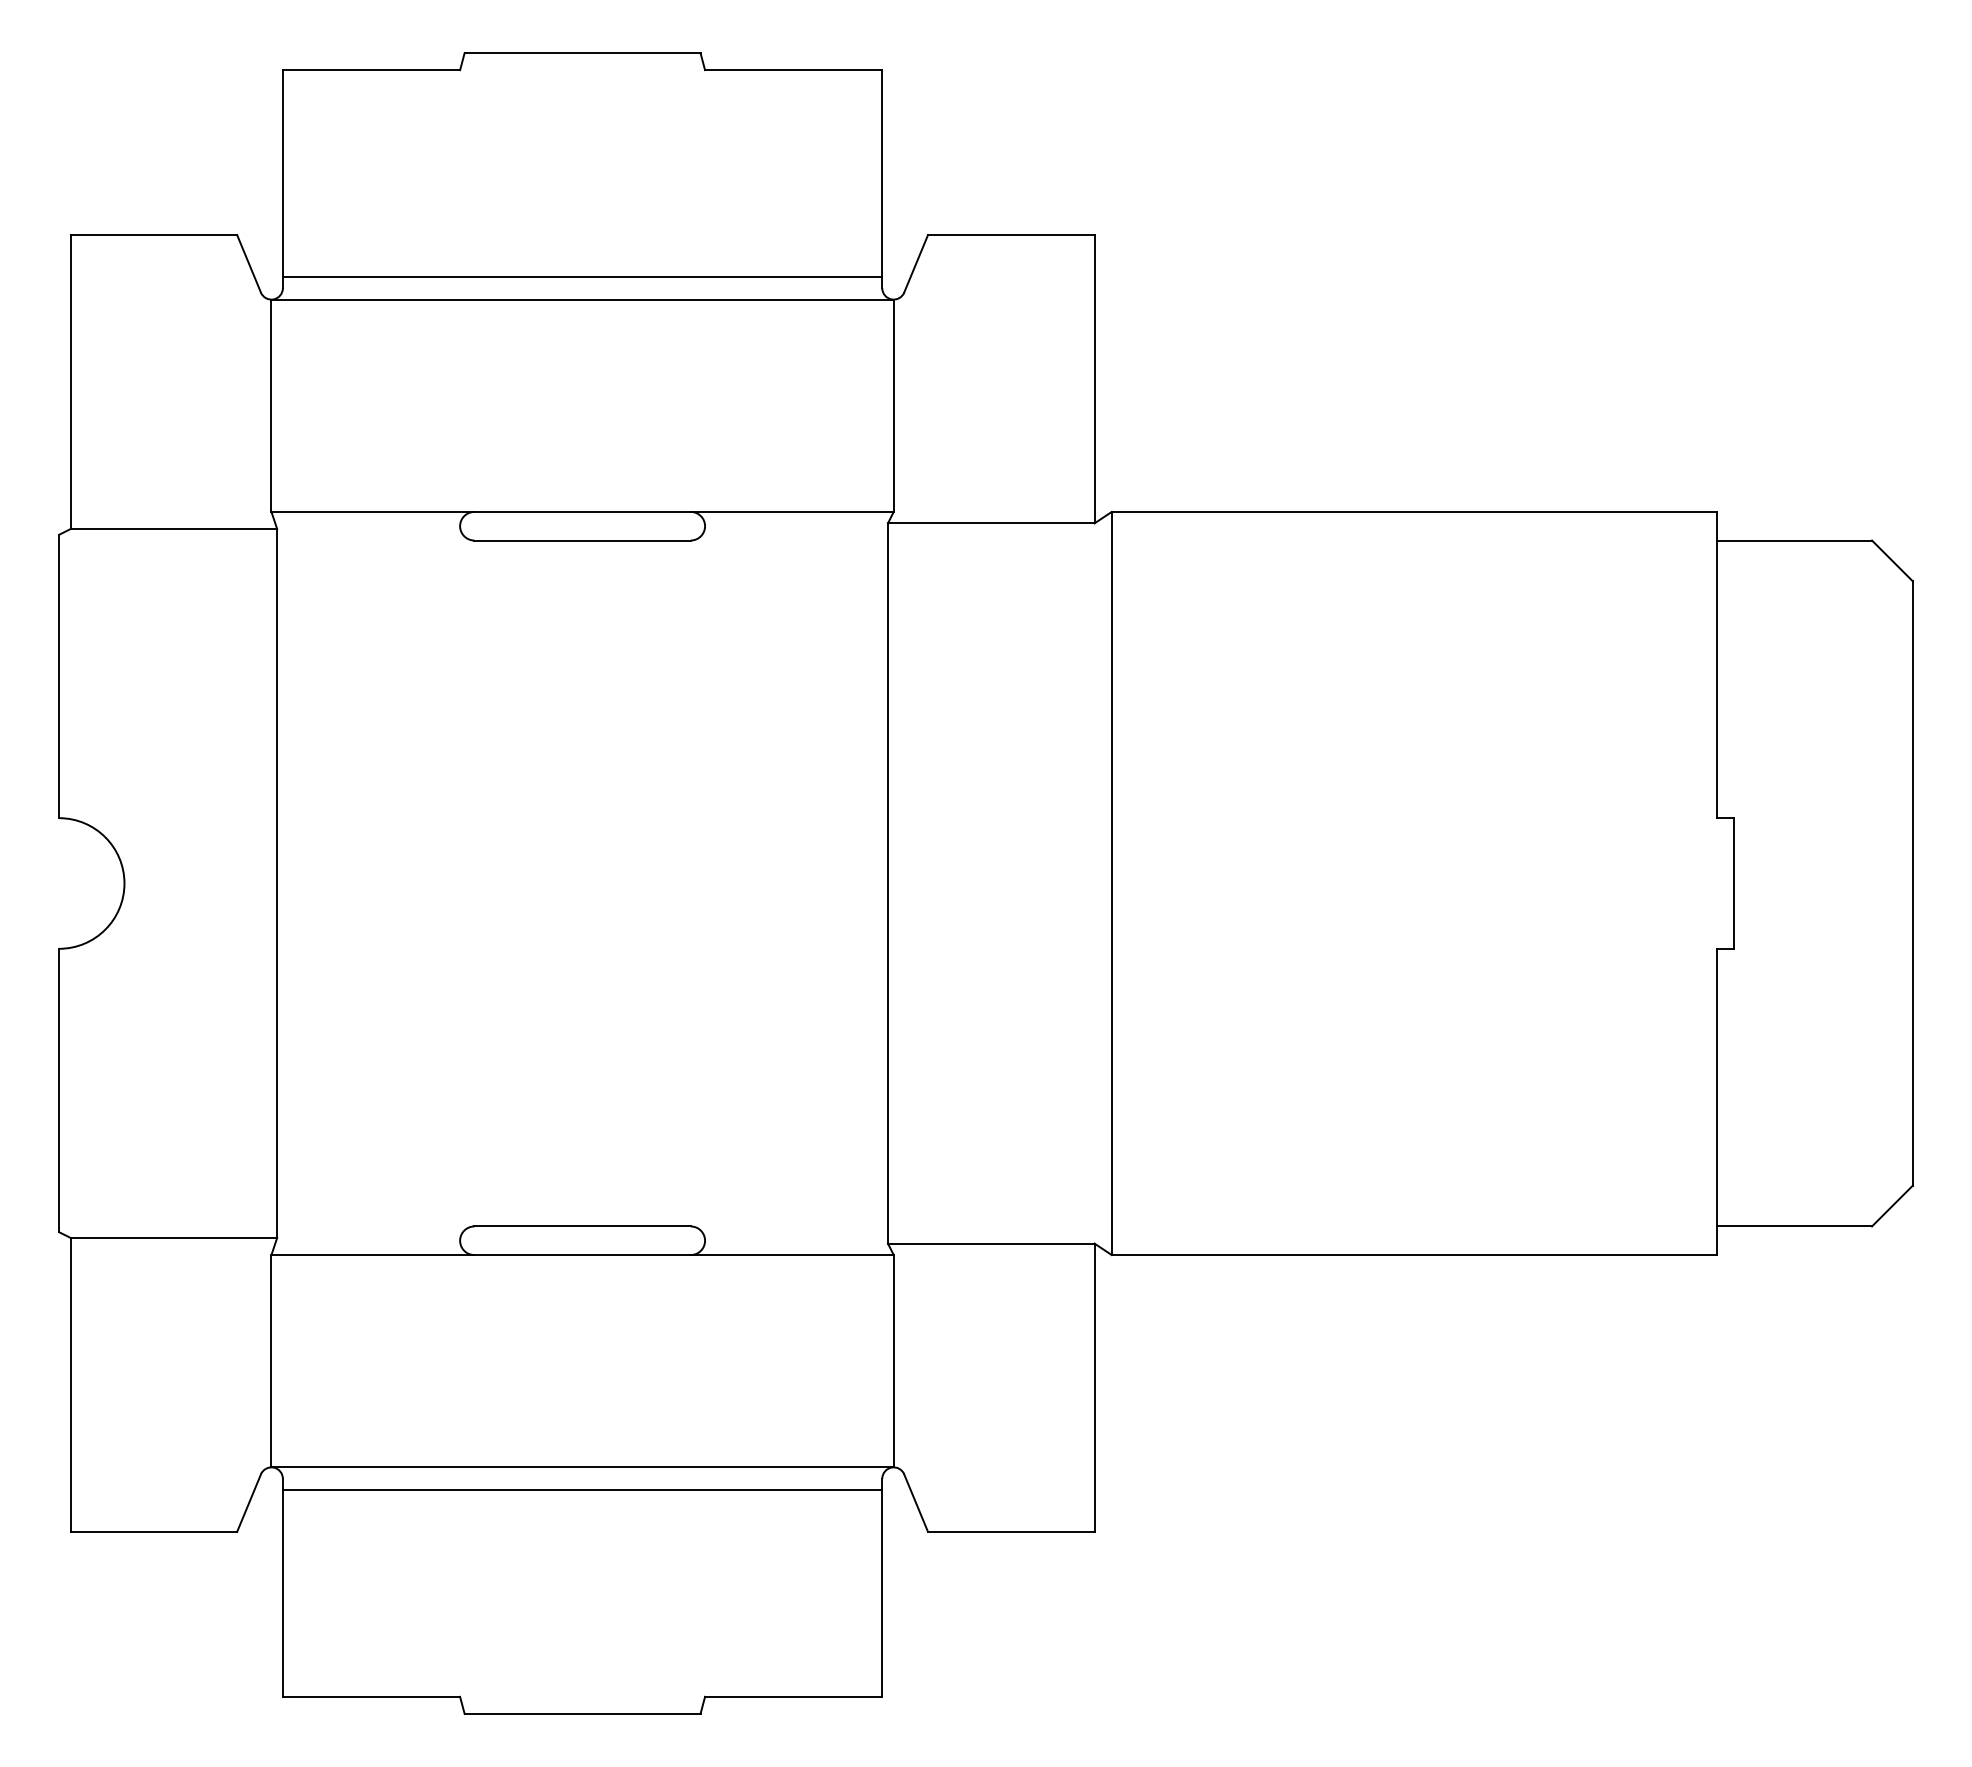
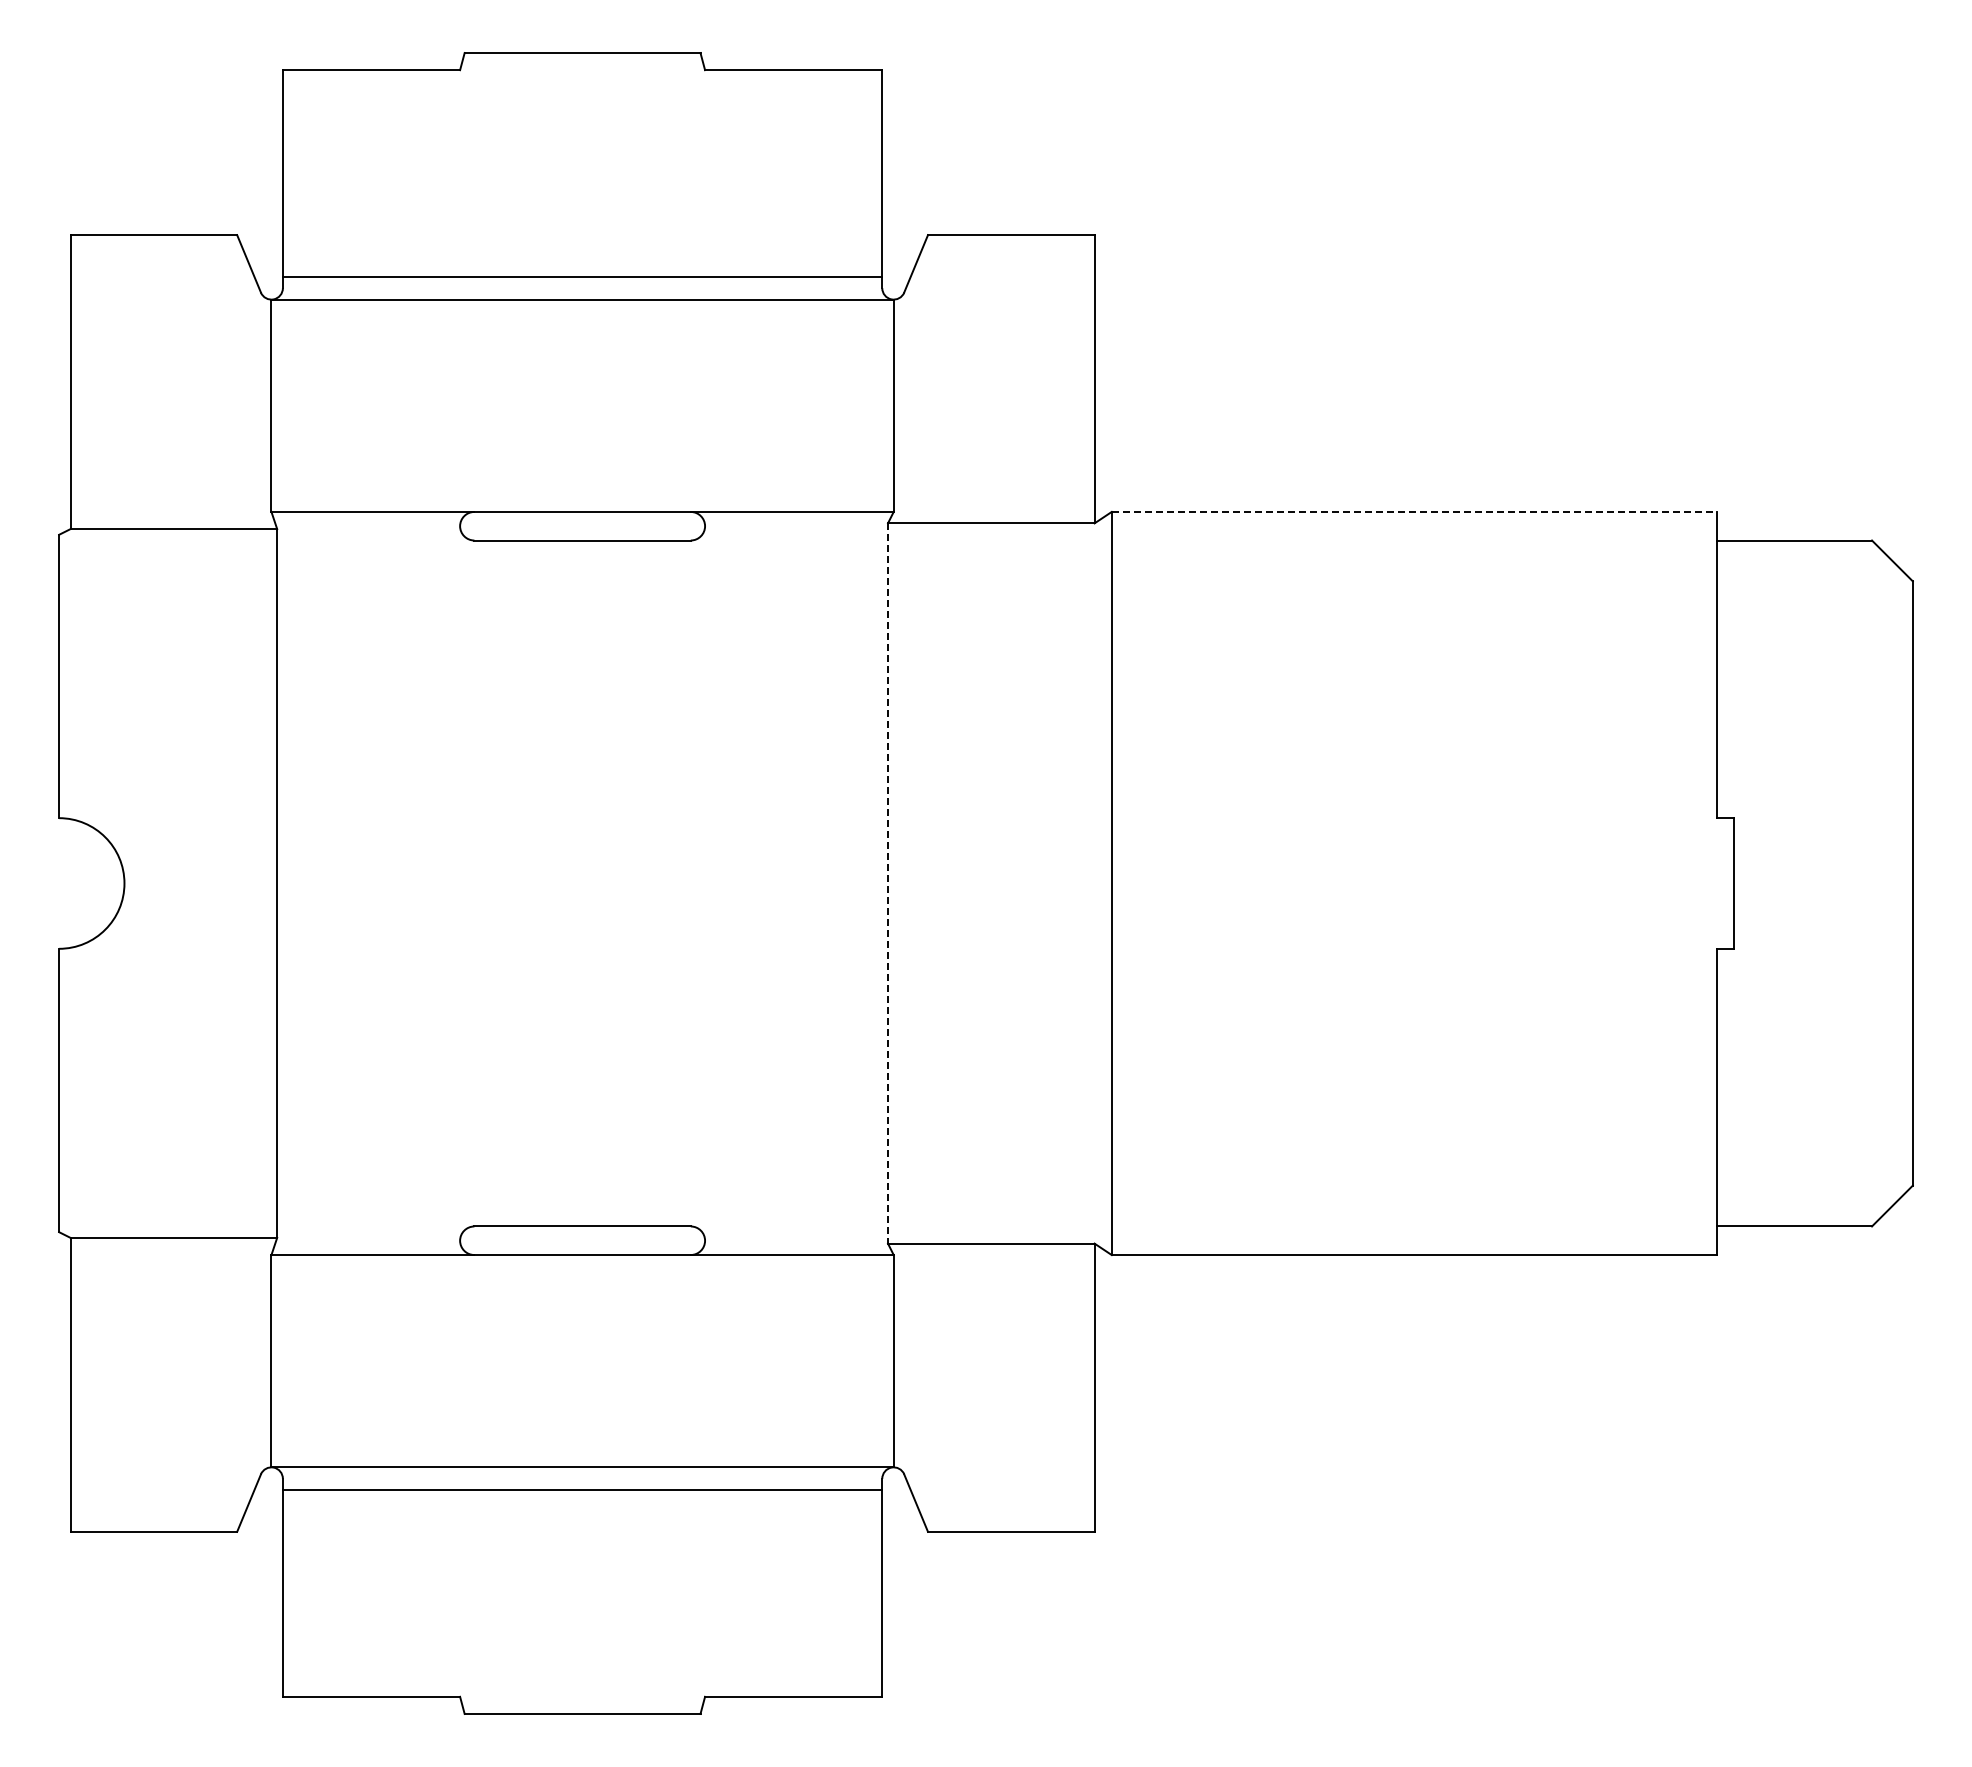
line at (1414, 511): solid -> dashed
line at (888, 883): solid -> dashed
